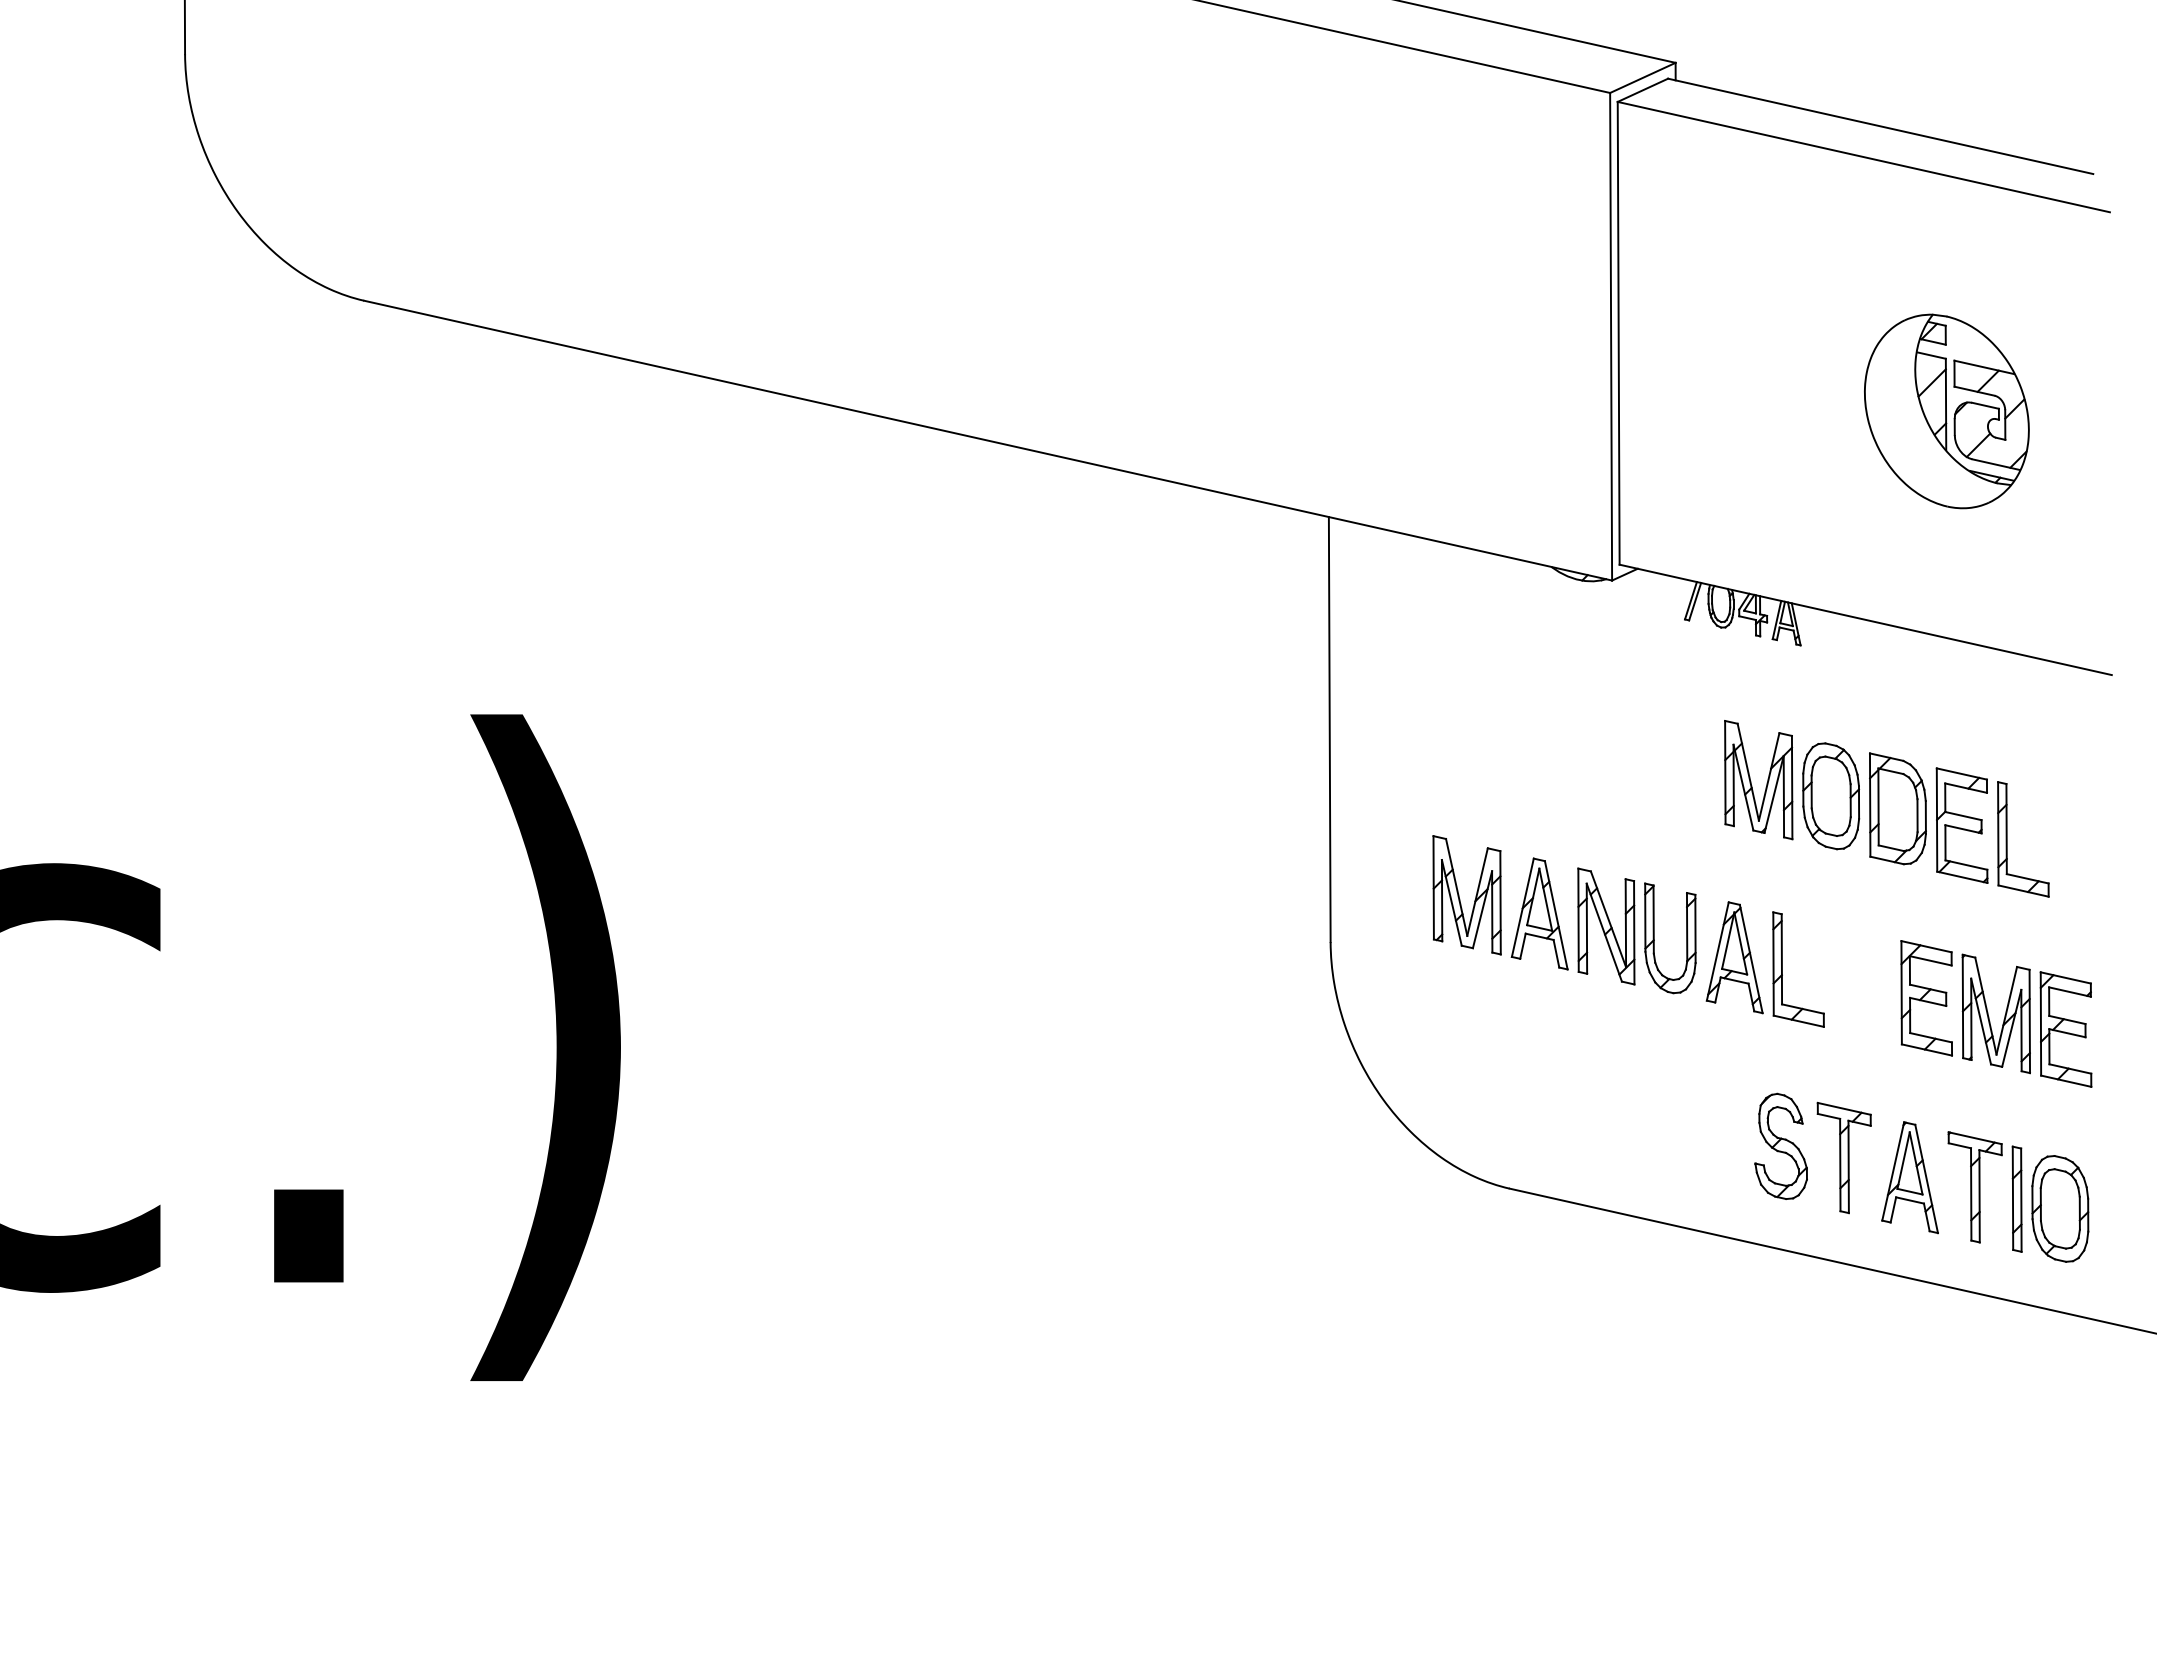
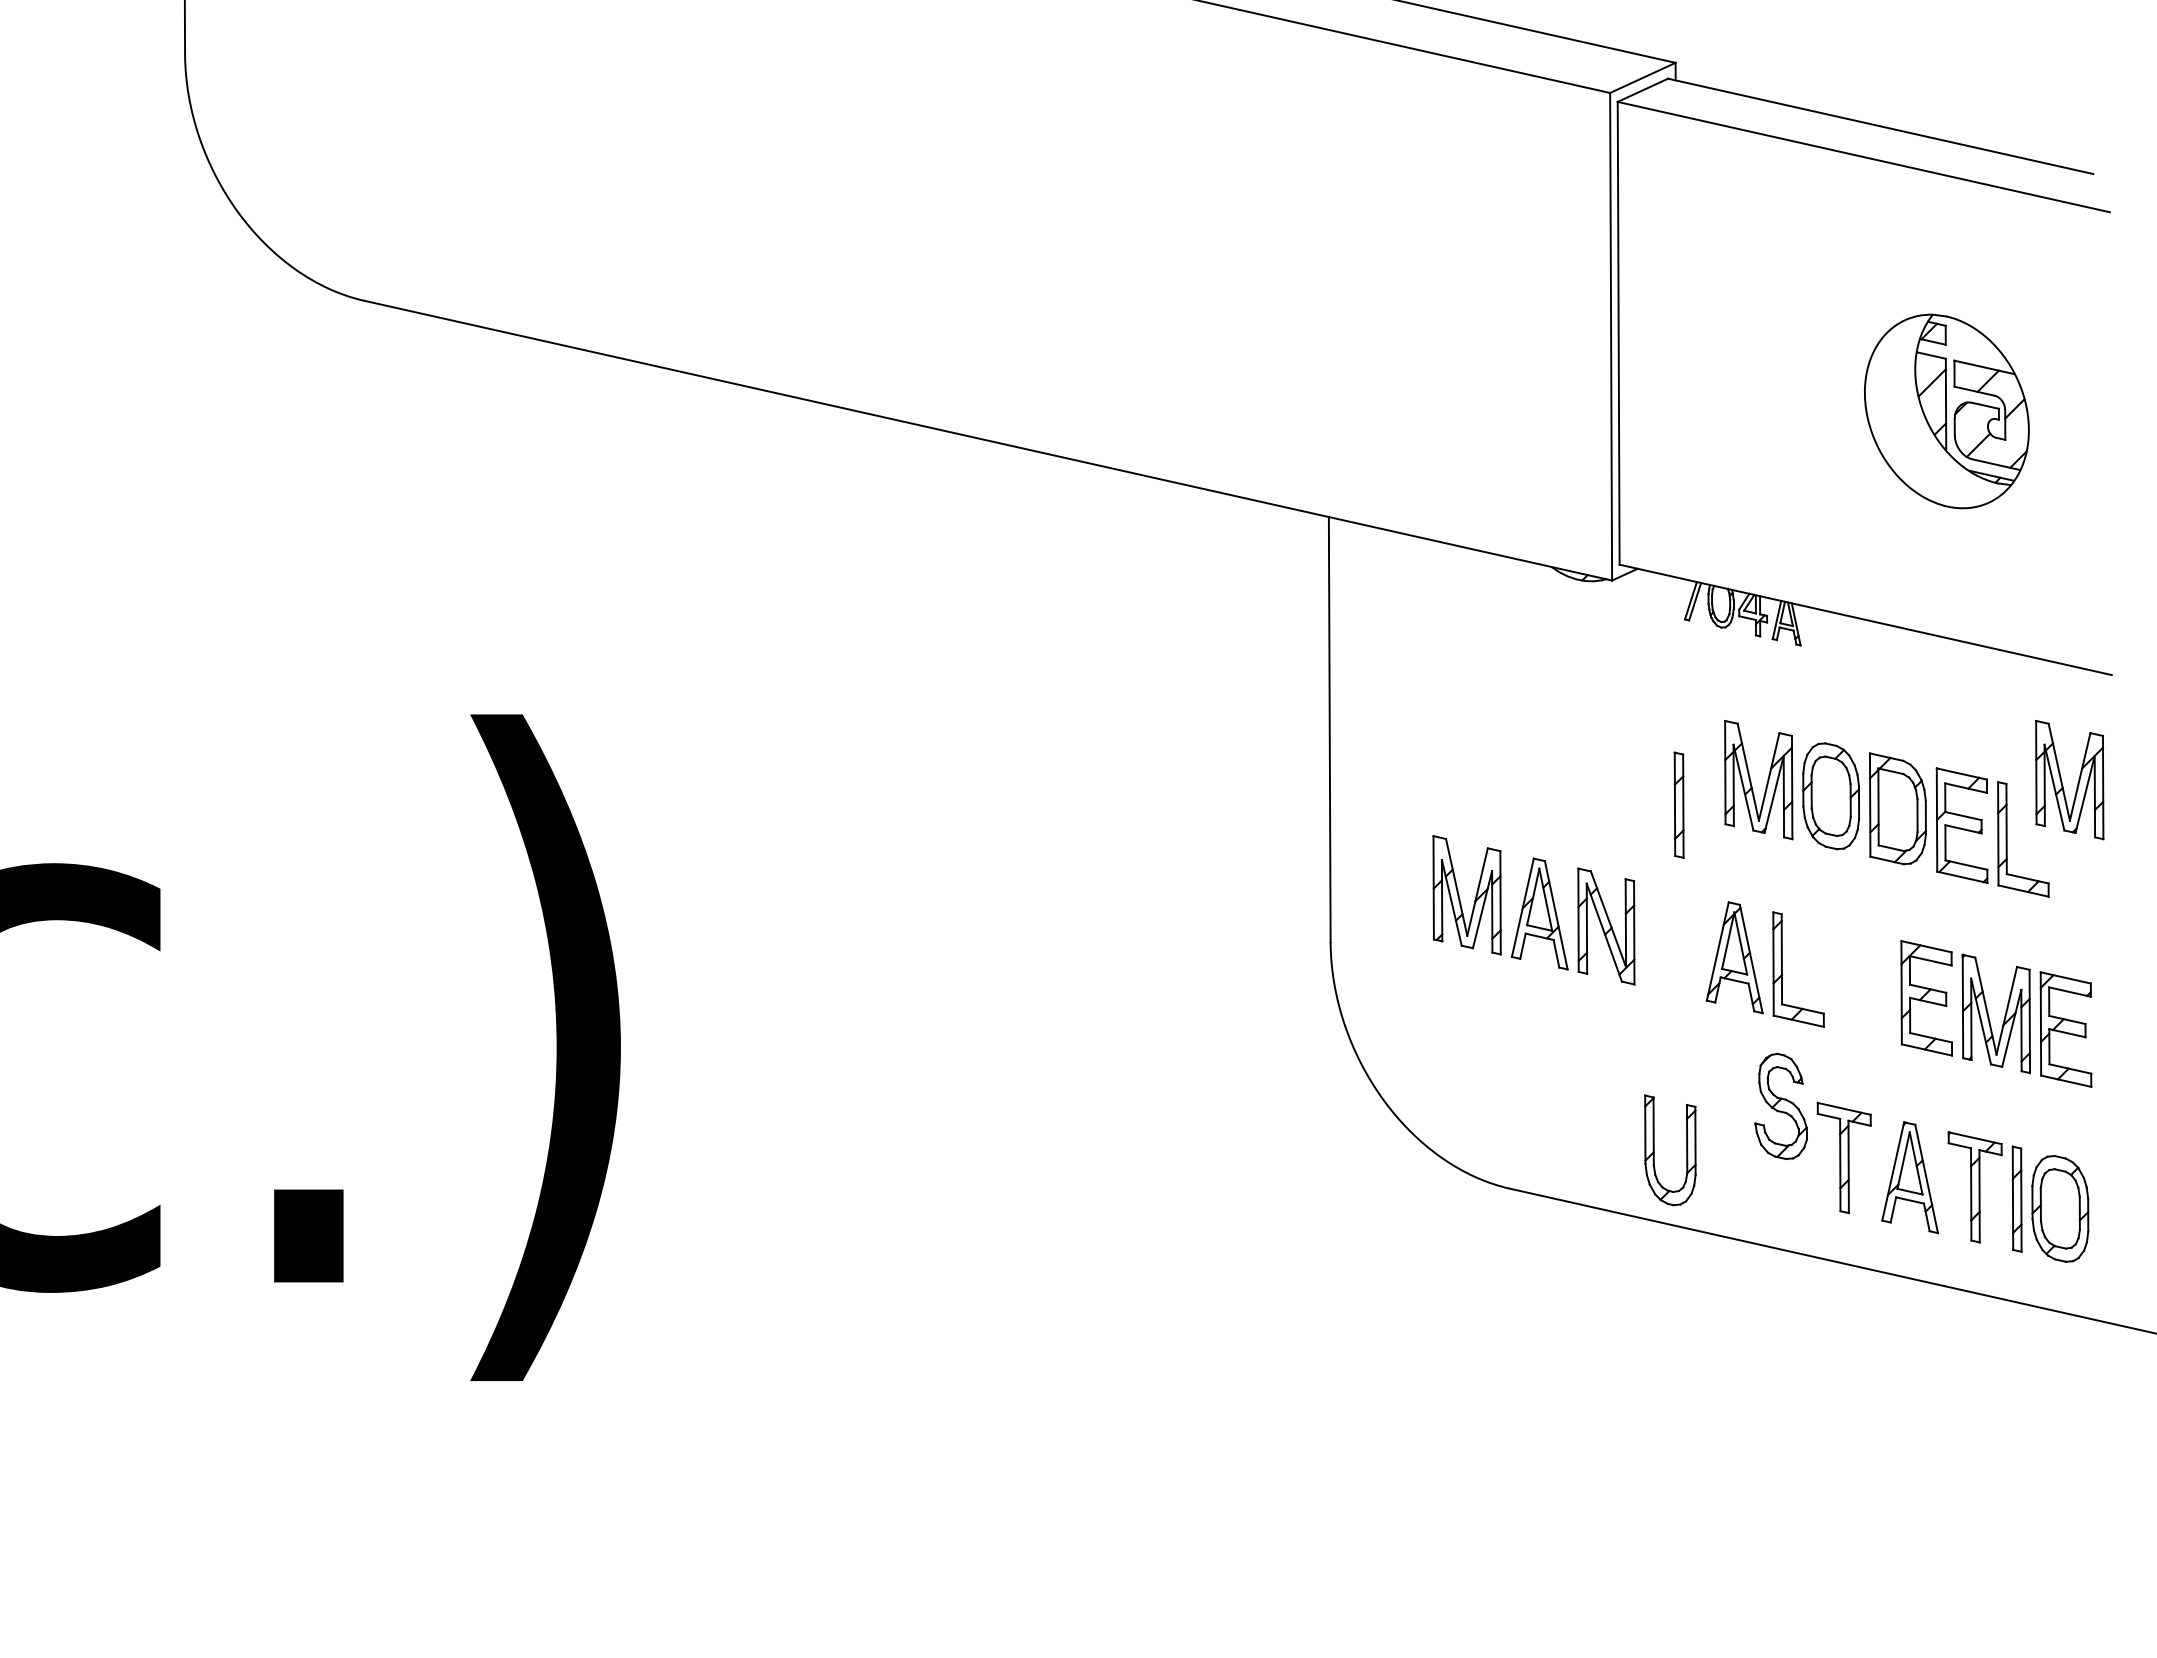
part at (2062, 781): none -> present
part at (1678, 804): none -> present
part at (1654, 938) position: (1654, 938) -> (1654, 1150)
part at (1780, 1145) position: (1780, 1145) -> (1780, 1105)
